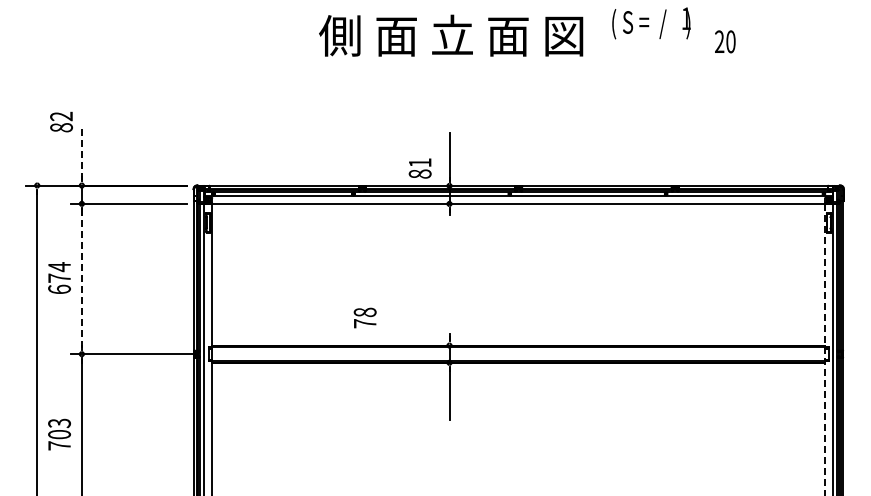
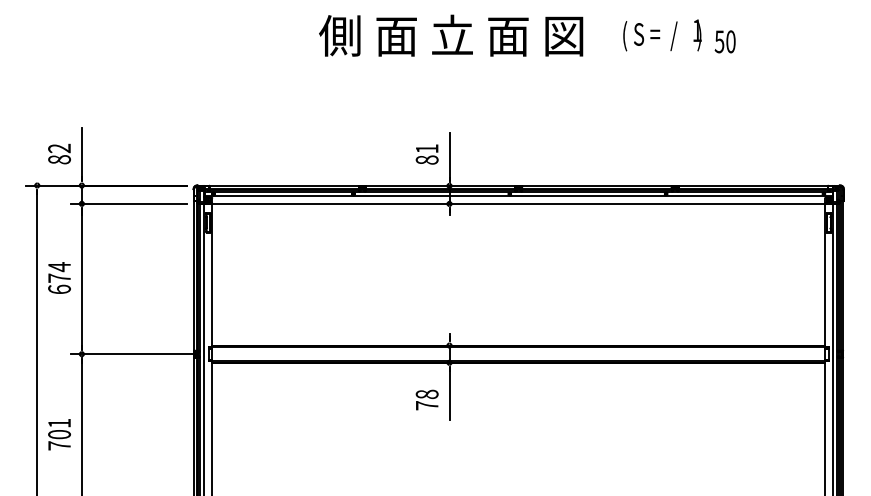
text at (651, 23) position: (651, 23) -> (662, 35)
text at (719, 41): 20 -> 50
text at (61, 121) position: (61, 121) -> (59, 153)
line at (81, 153): dashed -> solid
text at (419, 168) position: (419, 168) -> (426, 154)
line at (81, 279): dashed -> solid
text at (364, 317) position: (364, 317) -> (426, 399)
line at (825, 350): dashed -> solid
text at (59, 423): 703 -> 701
